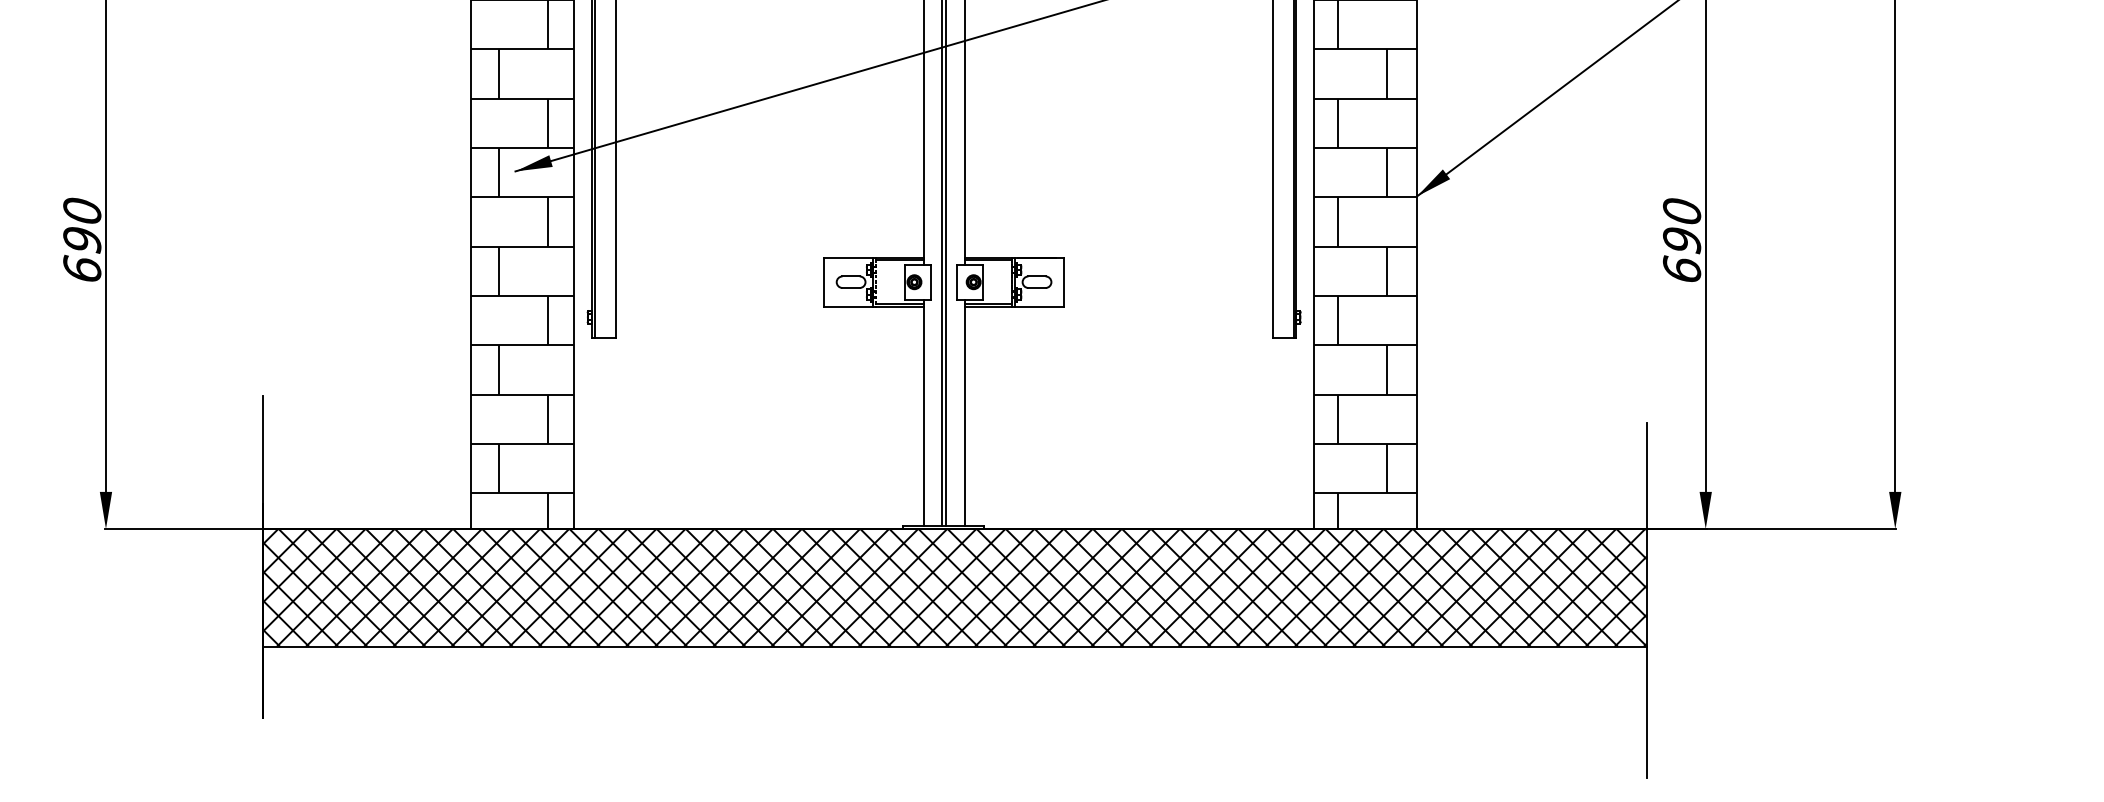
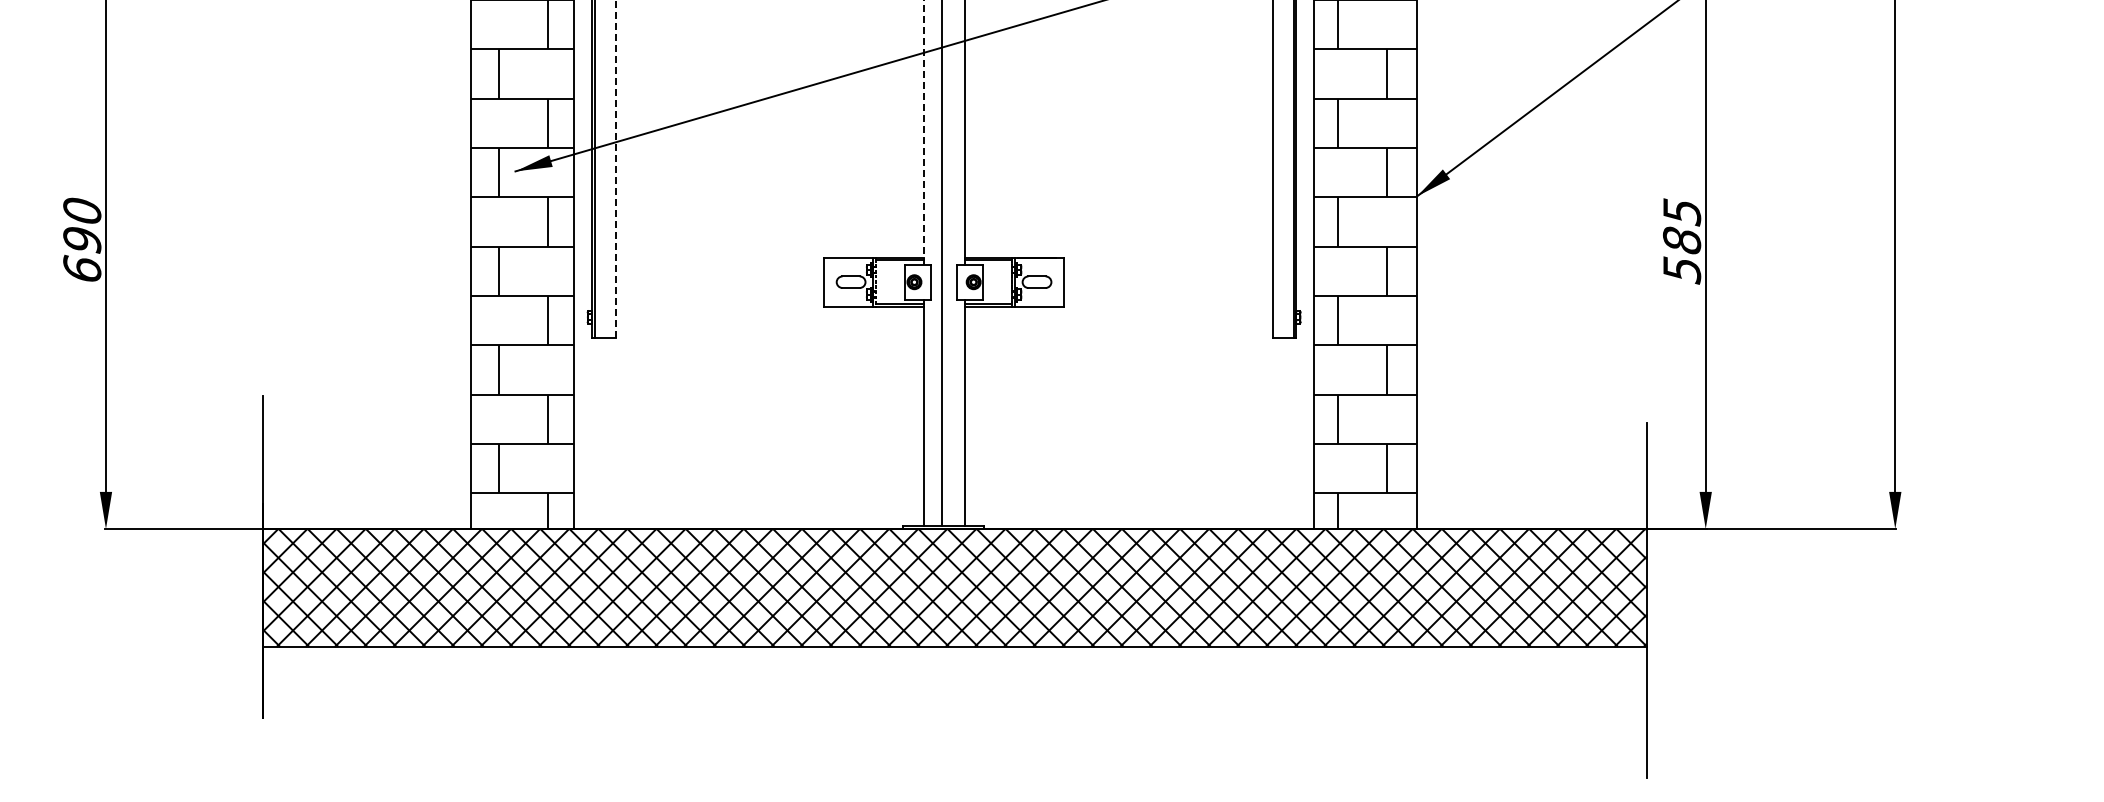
line at (923, 132): solid -> dashed
line at (615, 168): solid -> dashed
text at (1681, 241): 690 -> 585
line at (946, 263): present -> none
